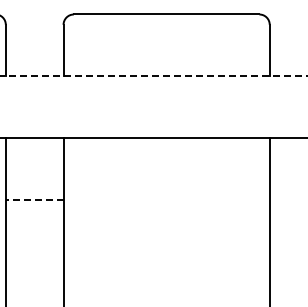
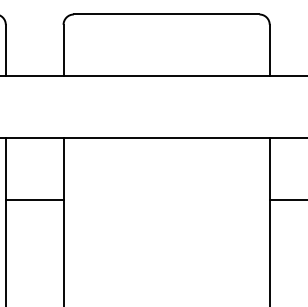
line at (153, 76): dashed -> solid
line at (34, 200): dashed -> solid
line at (286, 200): none -> present
